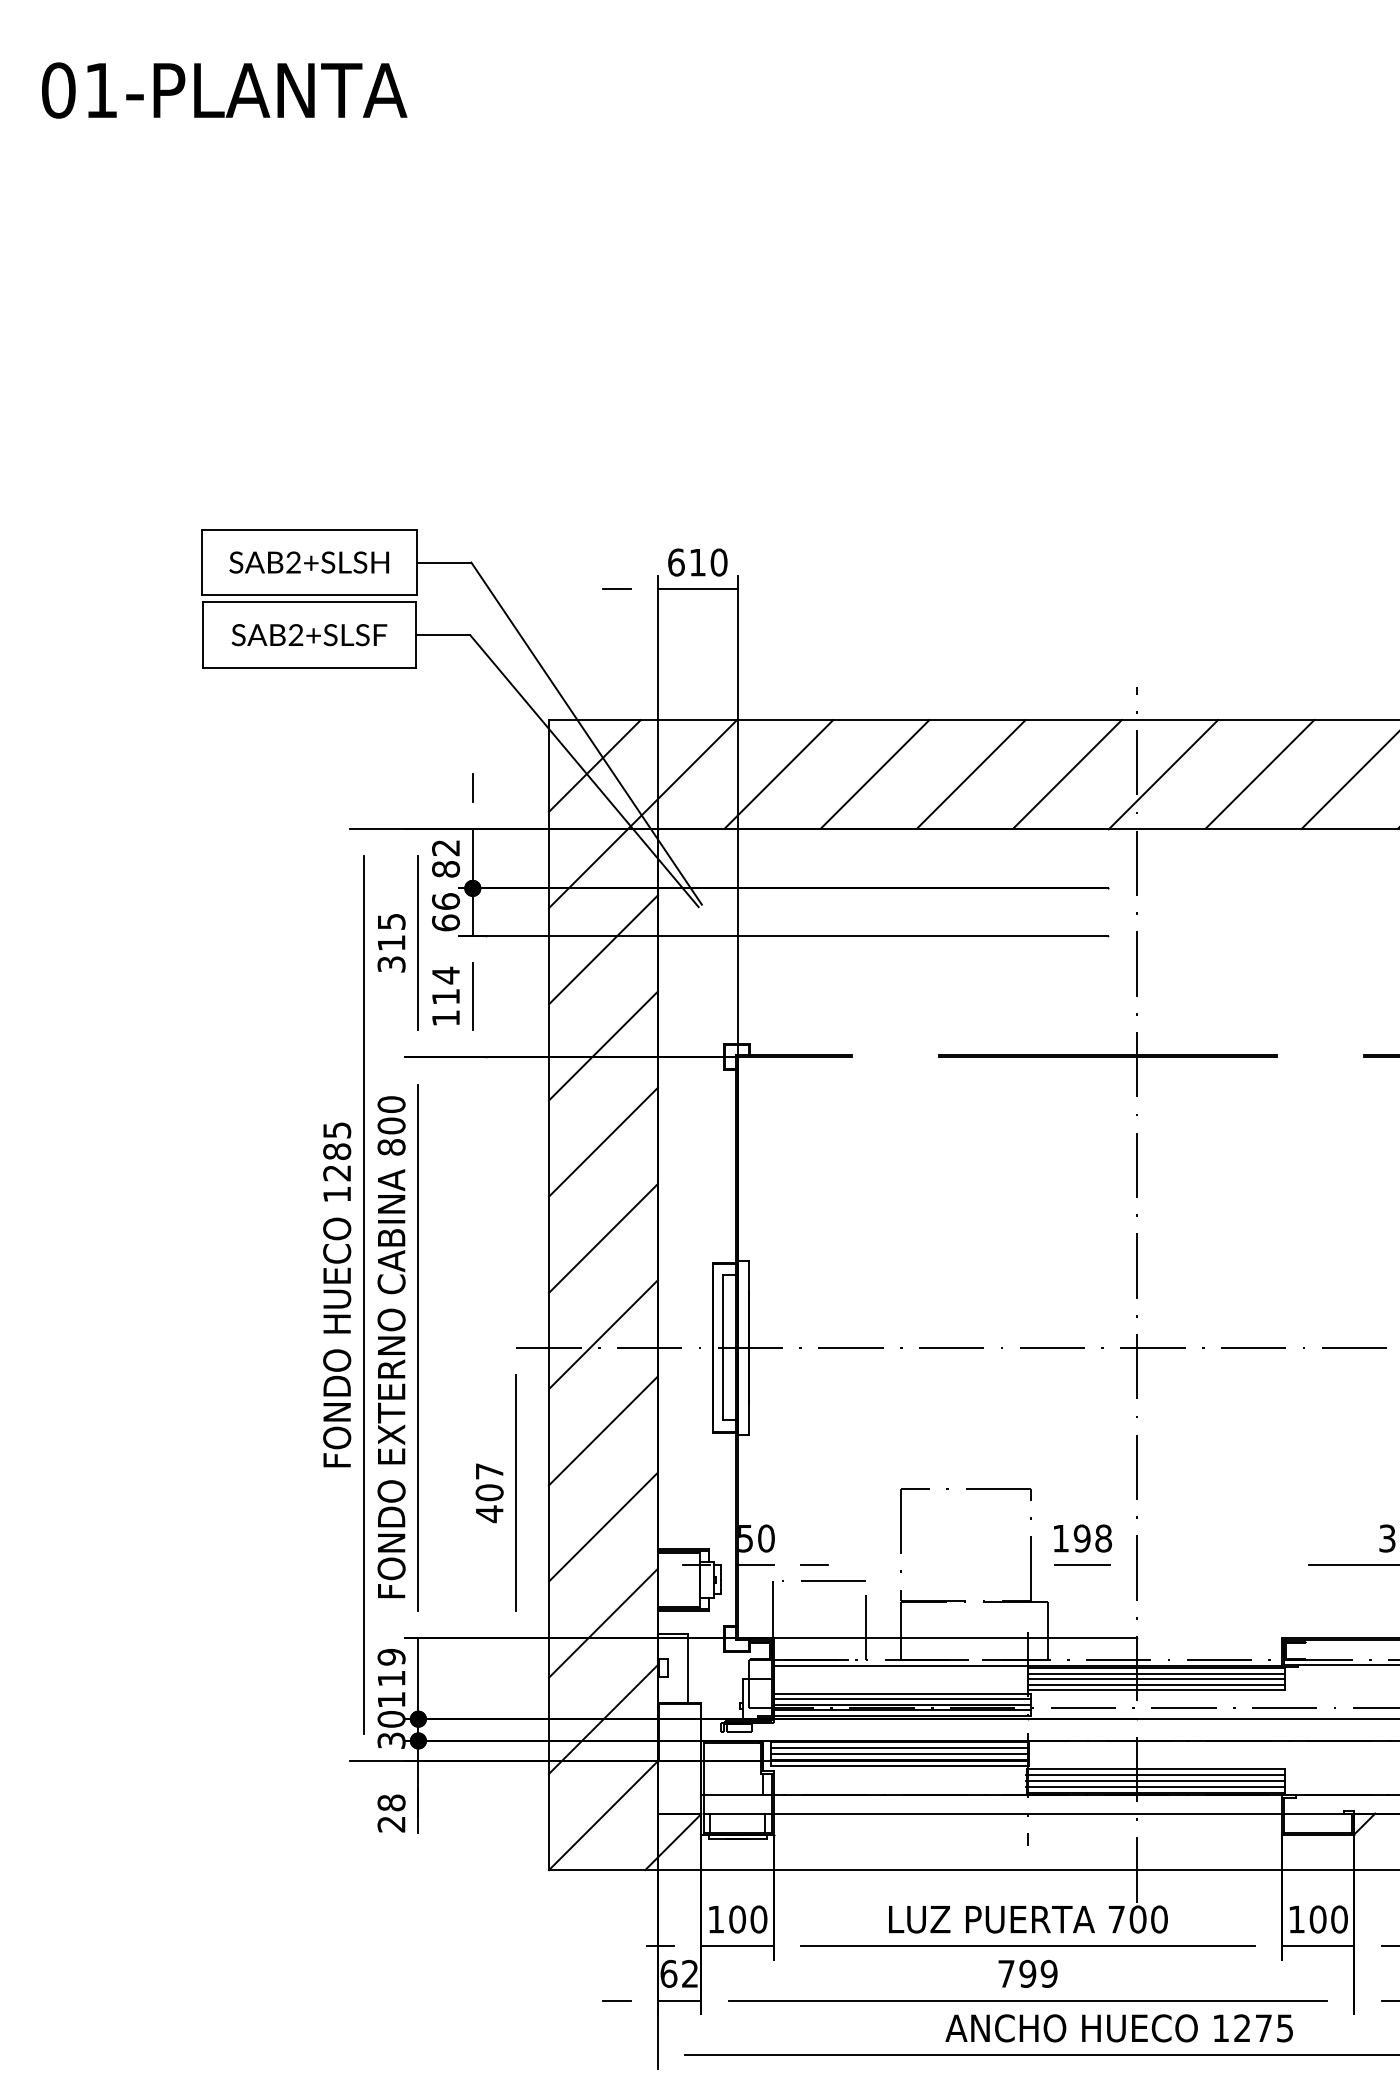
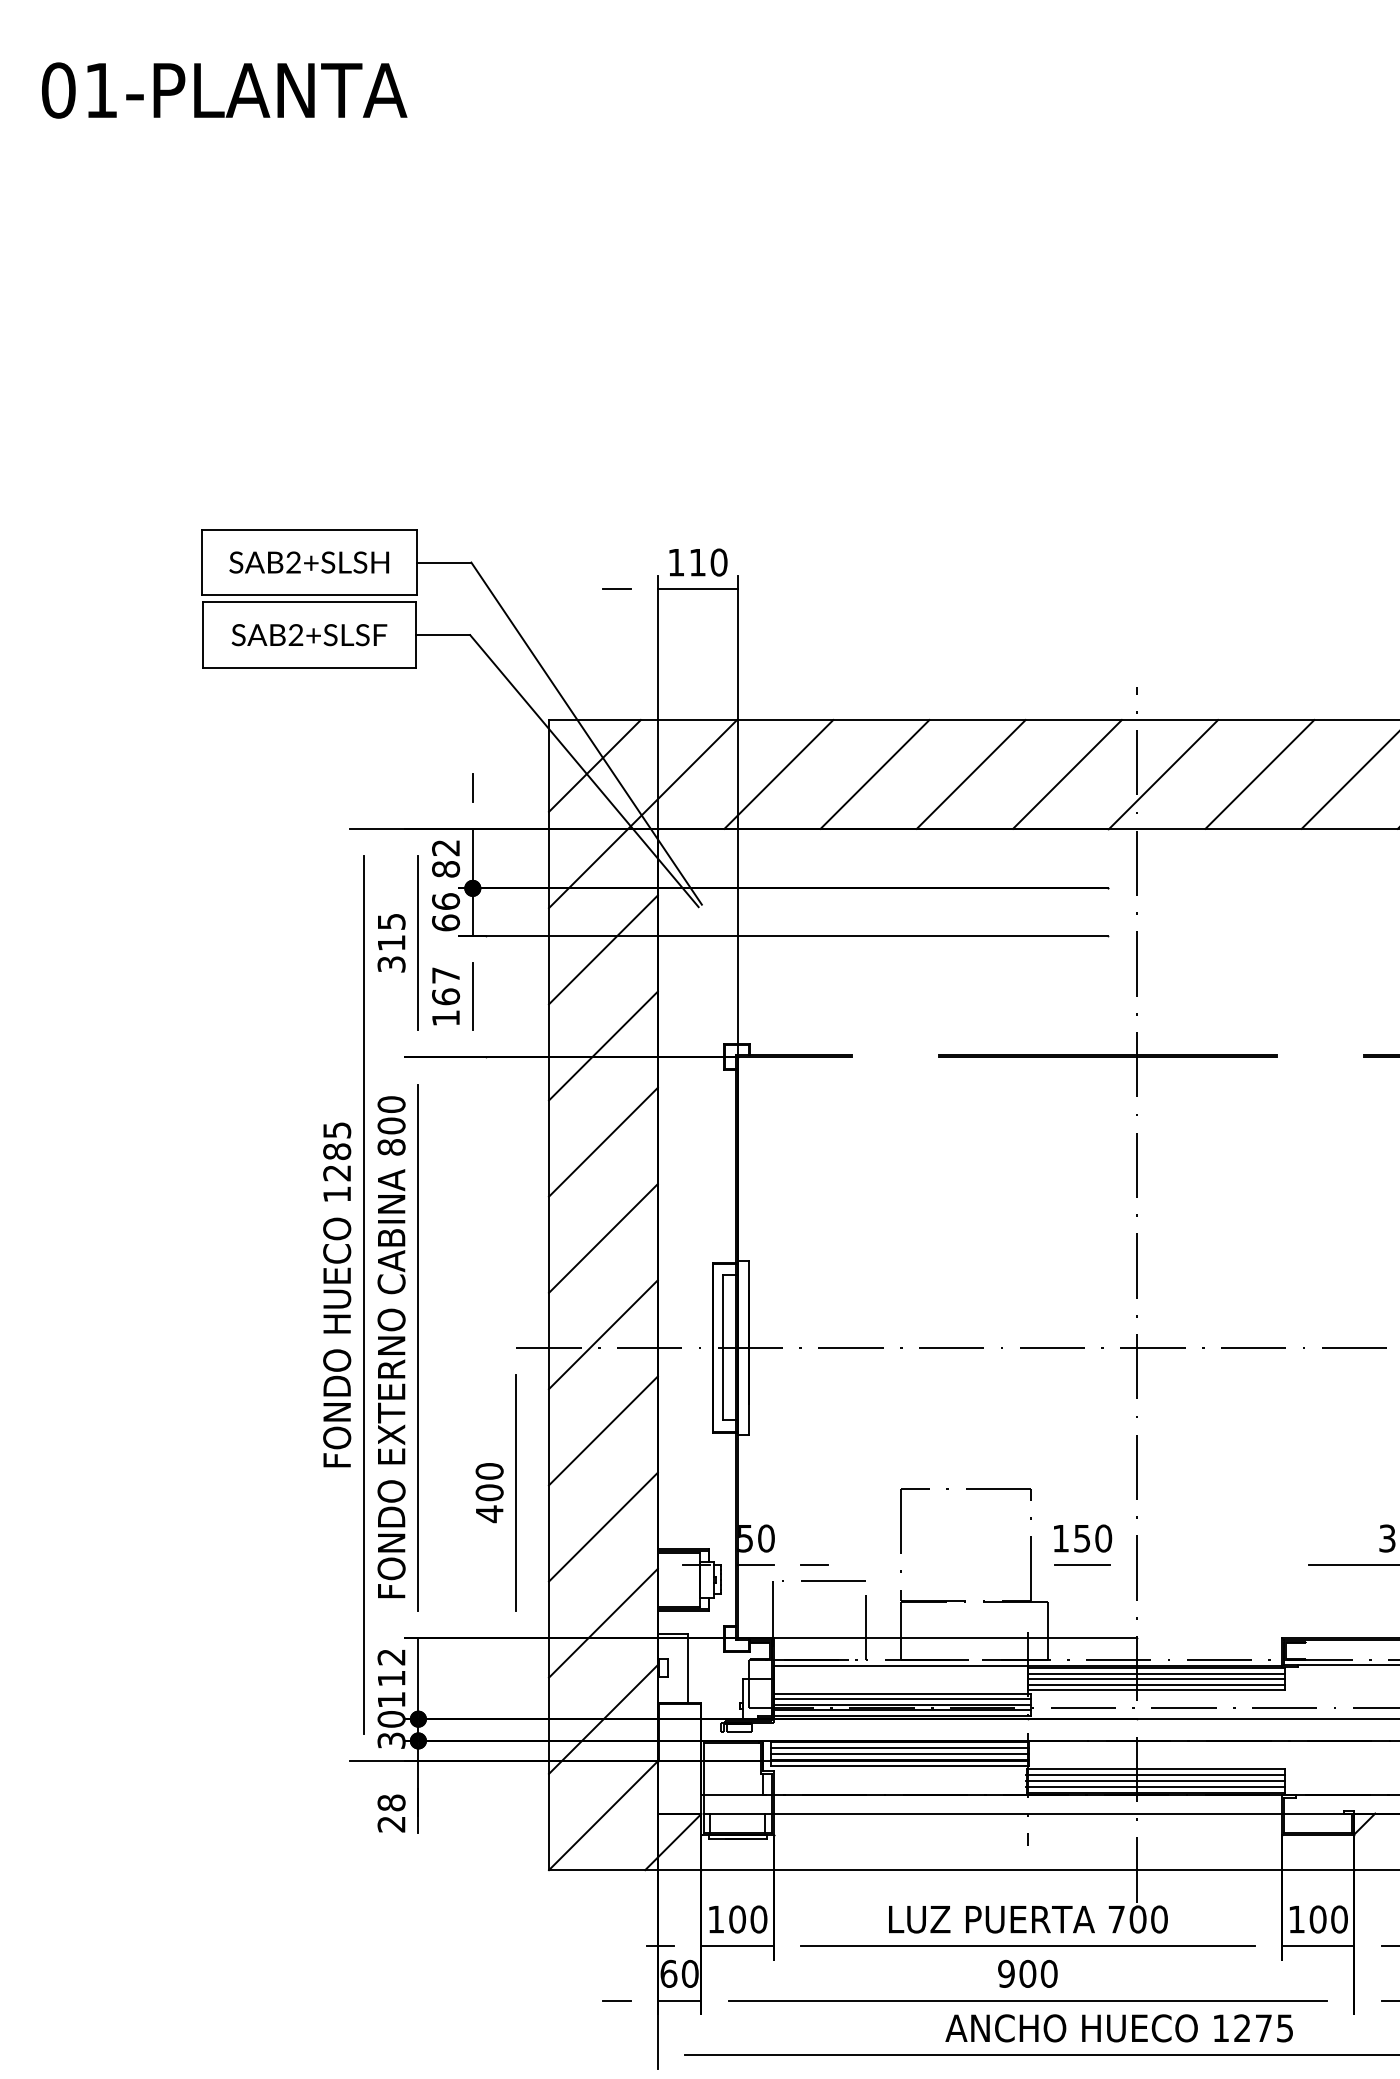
text at (676, 562): 610 -> 110
text at (446, 985): 114 -> 167
text at (489, 1471): 407 -> 400
text at (1092, 1538): 198 -> 150
text at (391, 1657): 119 -> 112
text at (689, 1973): 62 -> 60
text at (1027, 1973): 799 -> 900
